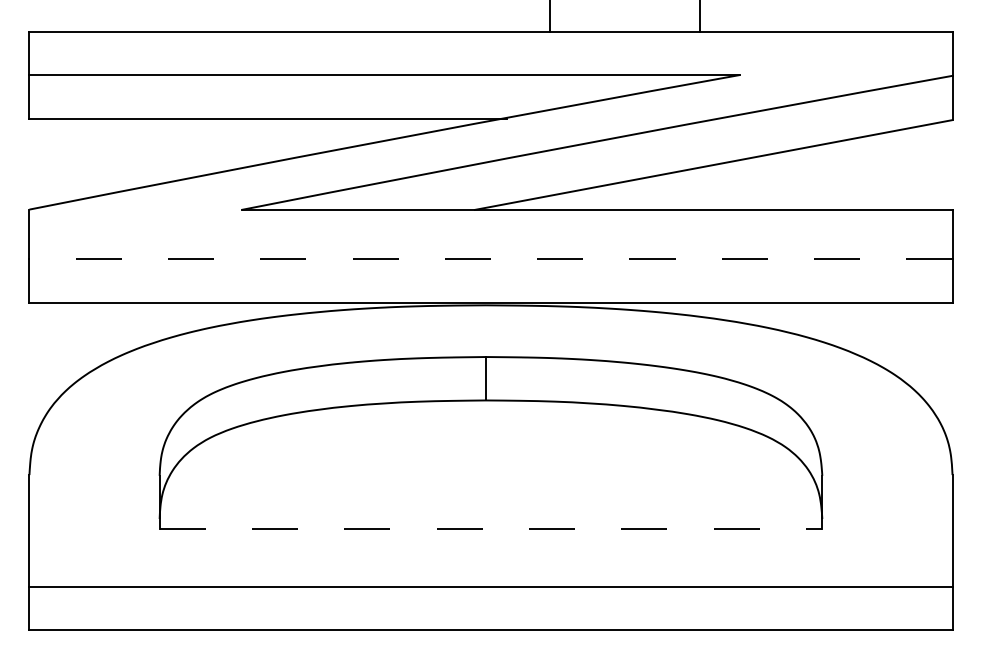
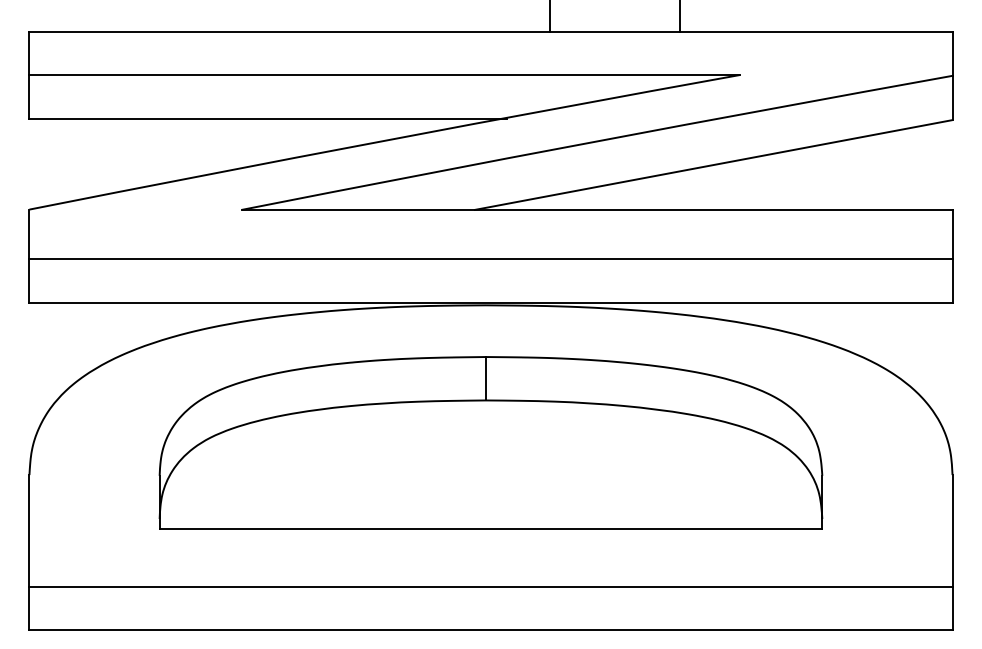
line at (700, 16) position: (700, 16) -> (680, 16)
line at (491, 258): dashed -> solid
line at (491, 529): dashed -> solid
